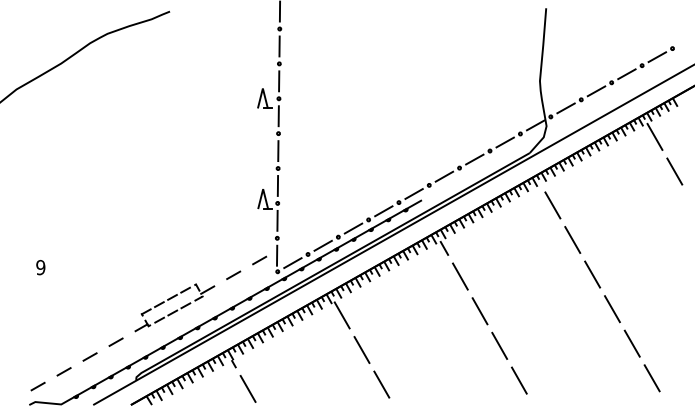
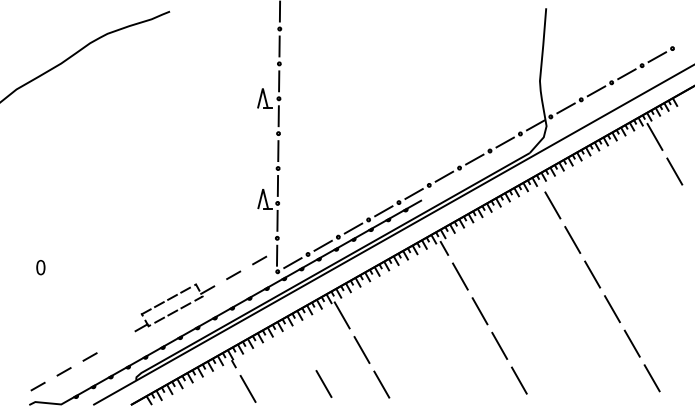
text at (40, 267): 9 -> 0
line at (115, 341): present -> none
line at (323, 383): none -> present
